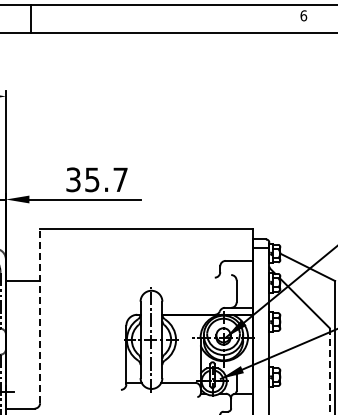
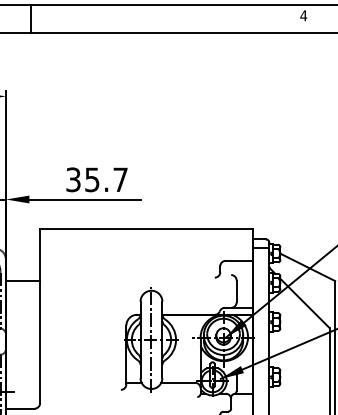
text at (303, 15): 6 -> 4
line at (40, 315): dashed -> solid
line at (329, 371): dashed -> solid
